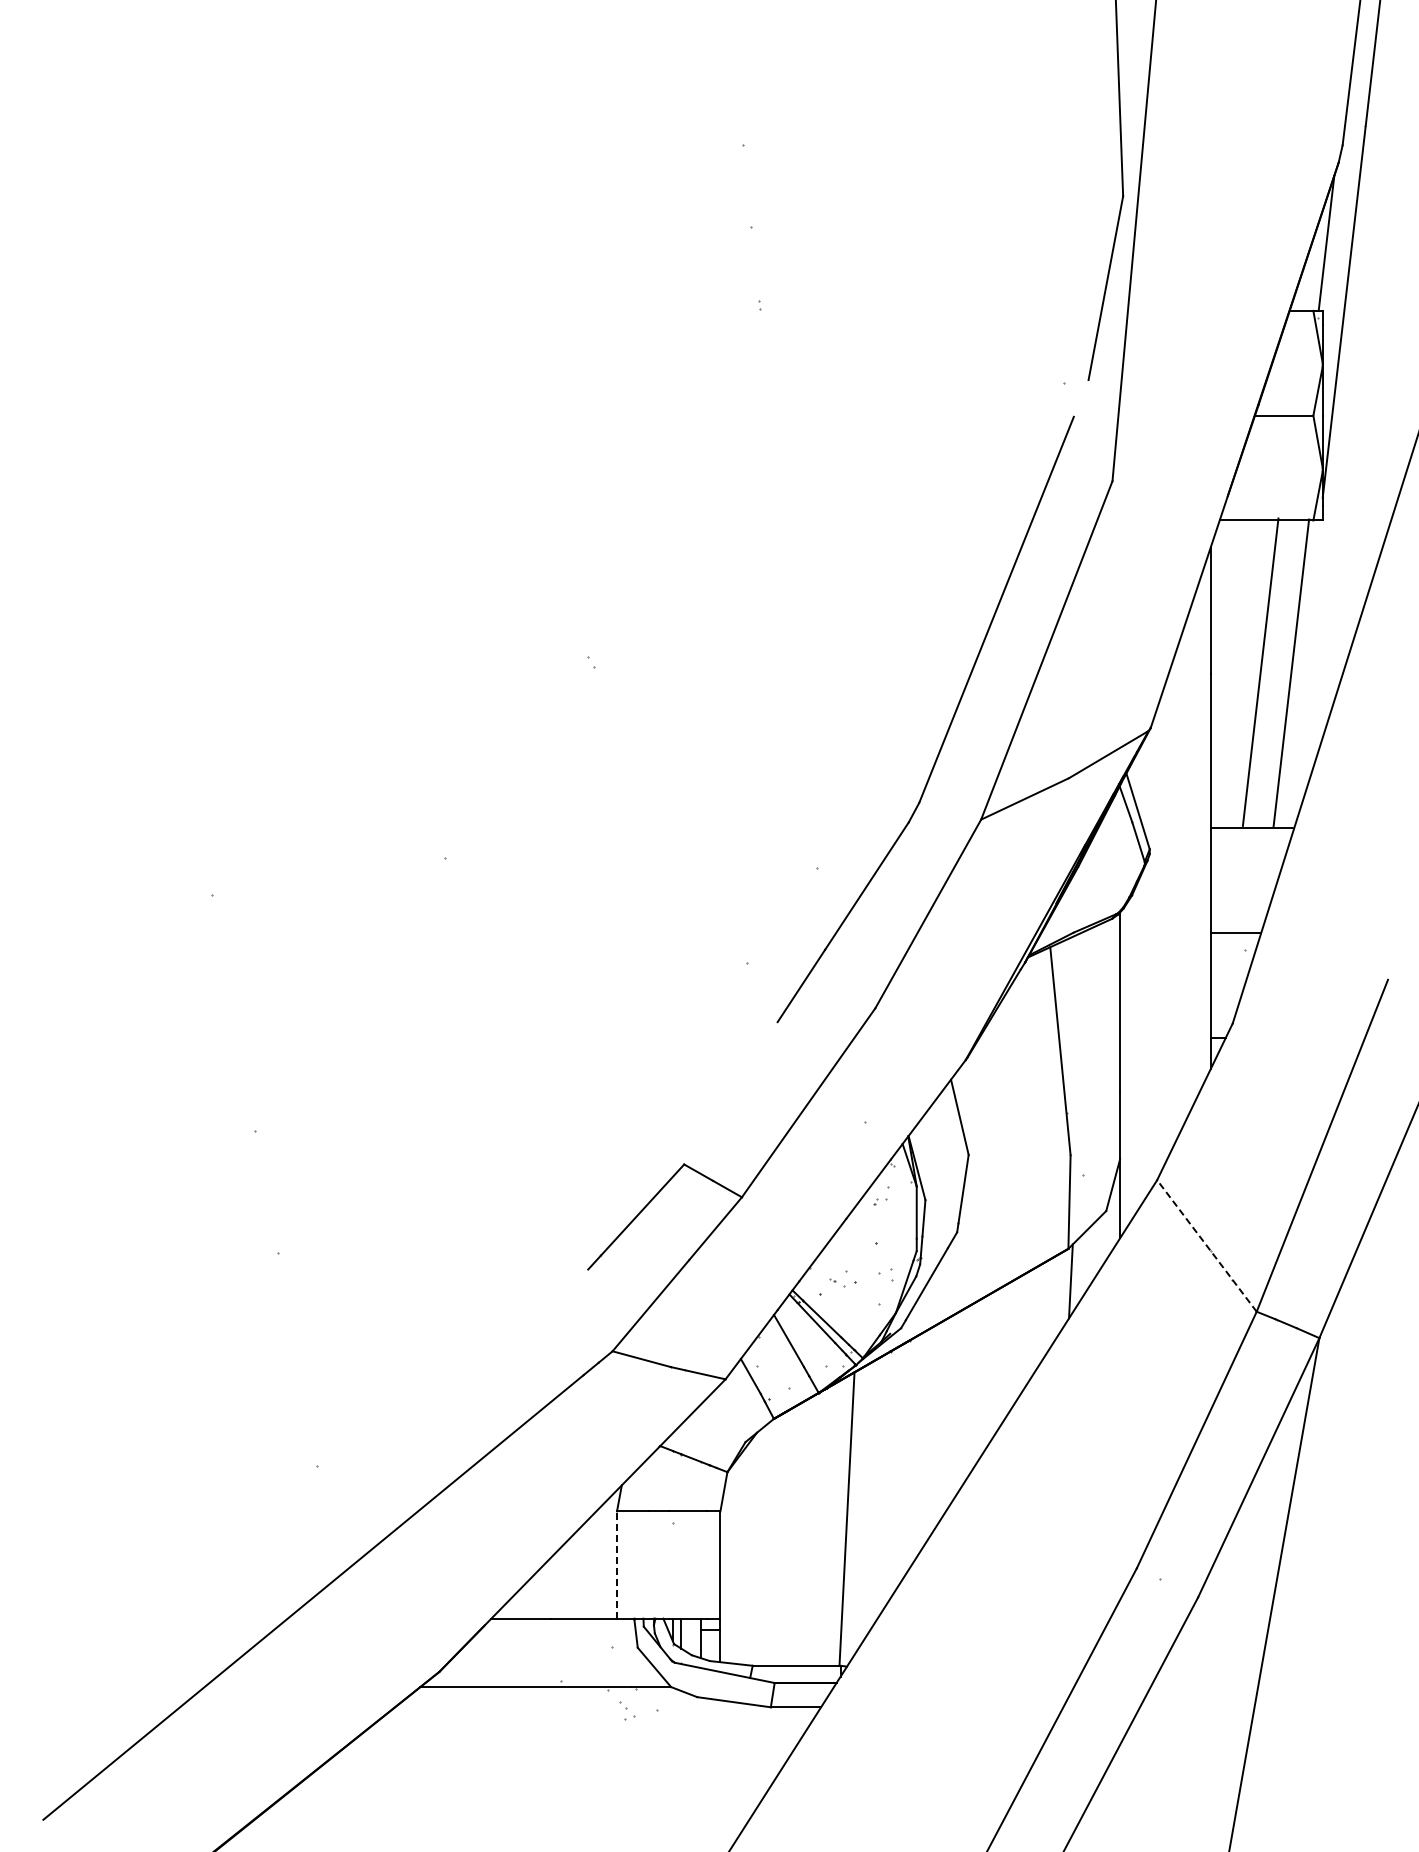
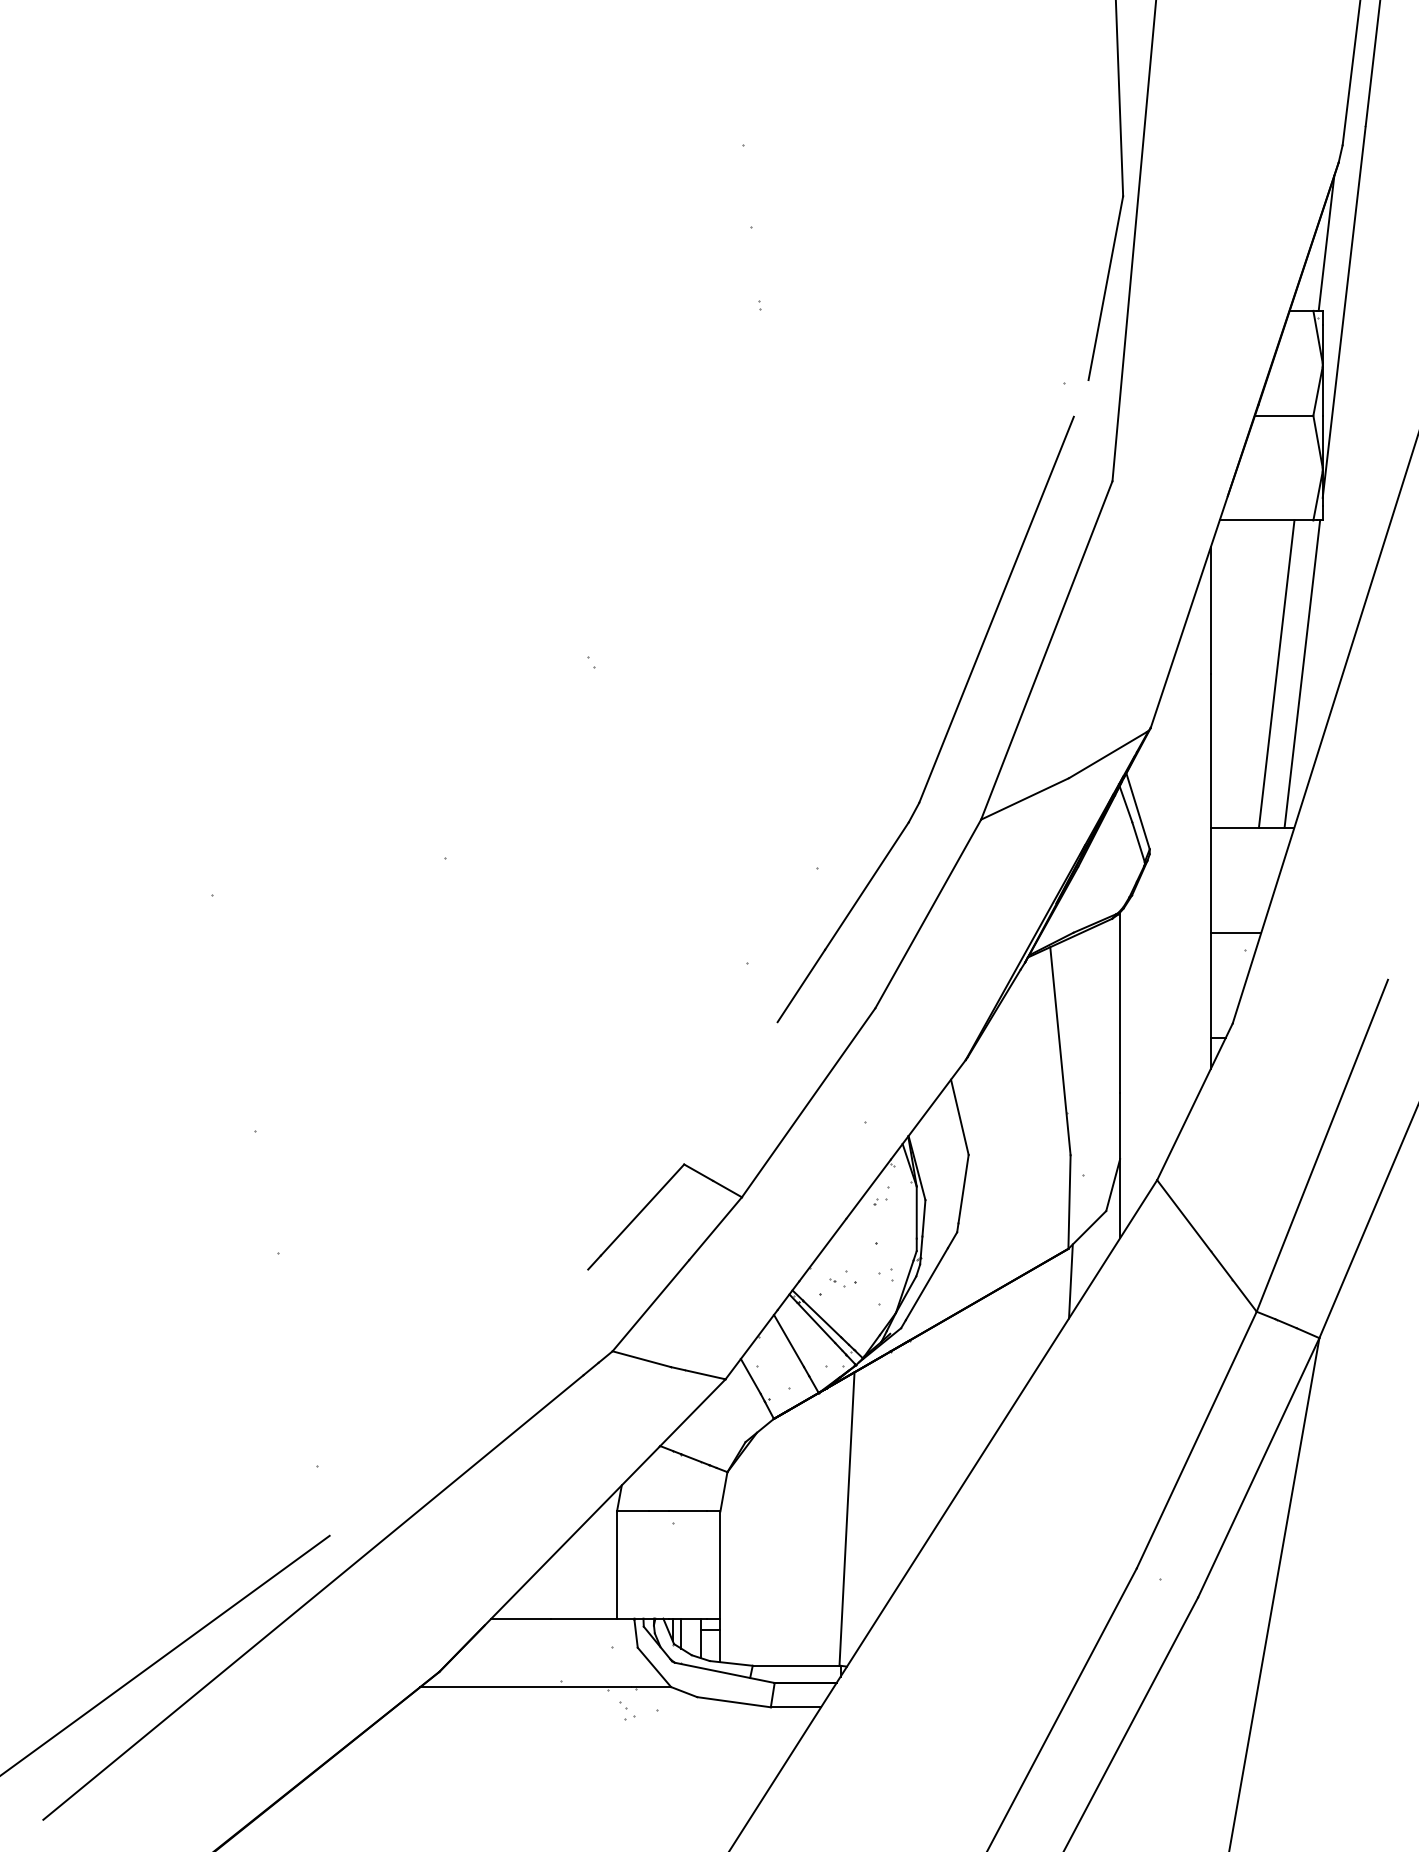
line at (1260, 671) position: (1260, 671) -> (1276, 673)
line at (1291, 672) position: (1291, 672) -> (1302, 673)
line at (1206, 1245): dashed -> solid
line at (617, 1565): dashed -> solid
line at (165, 1654): none -> present
